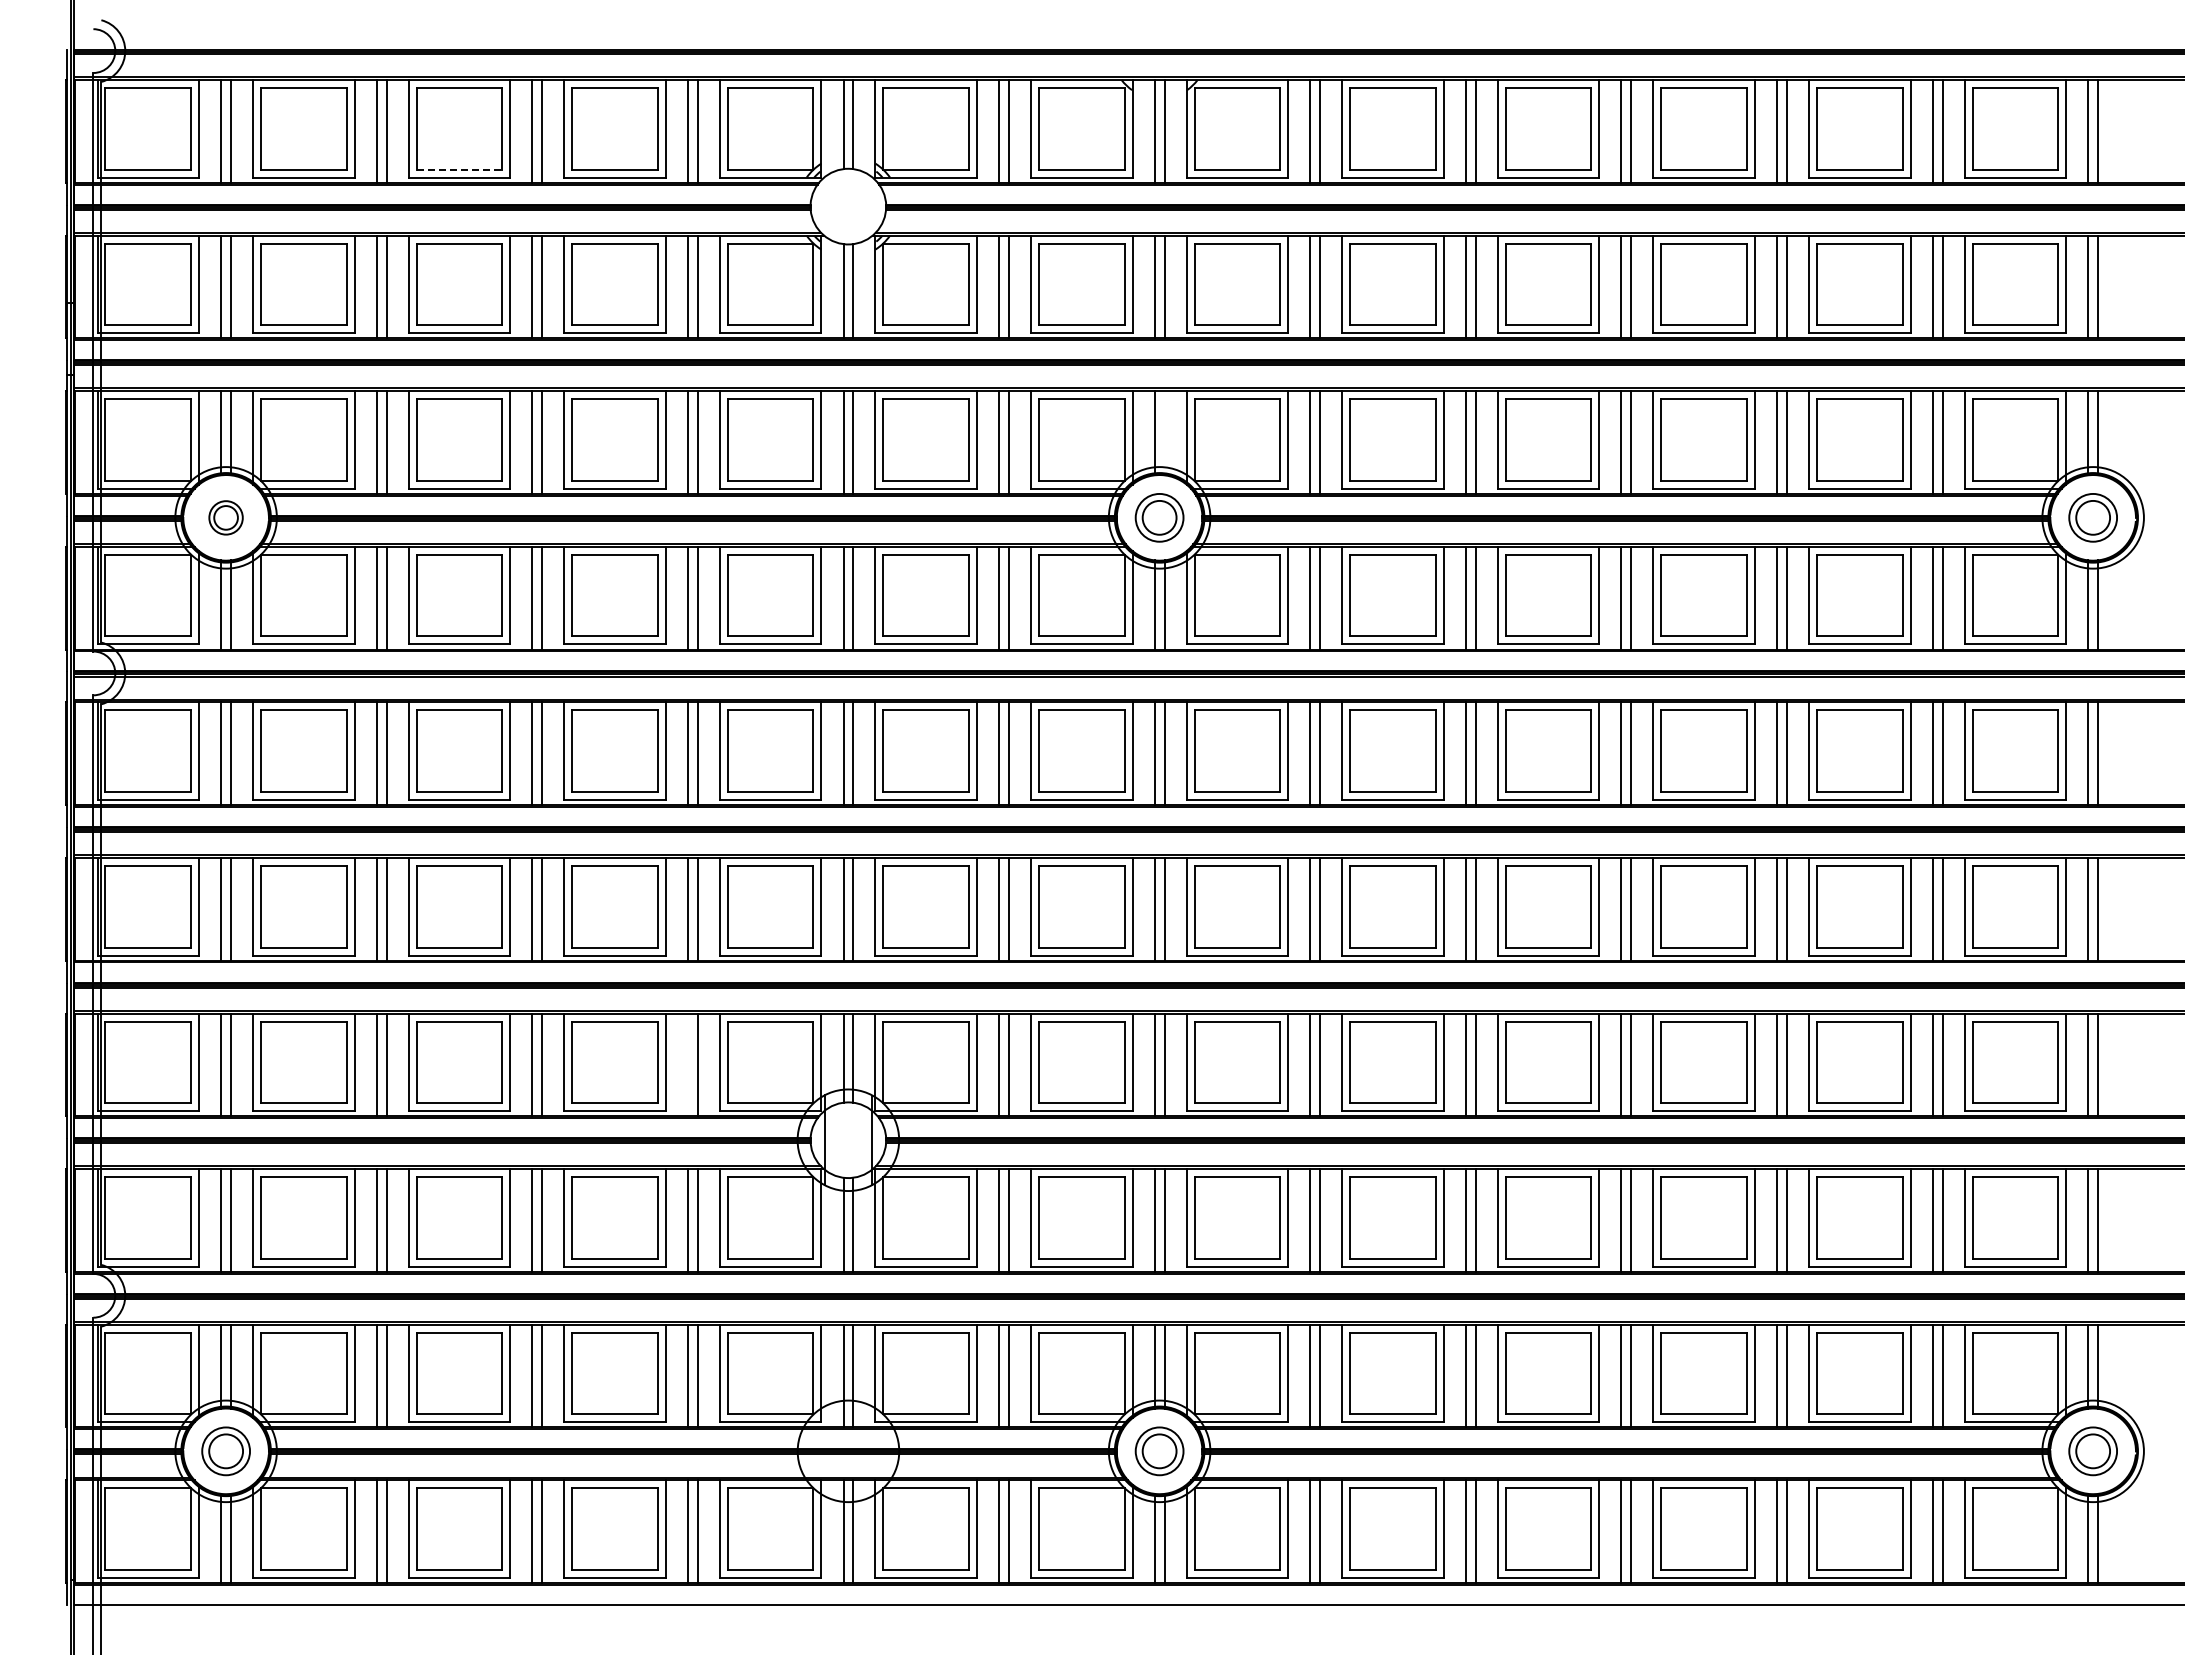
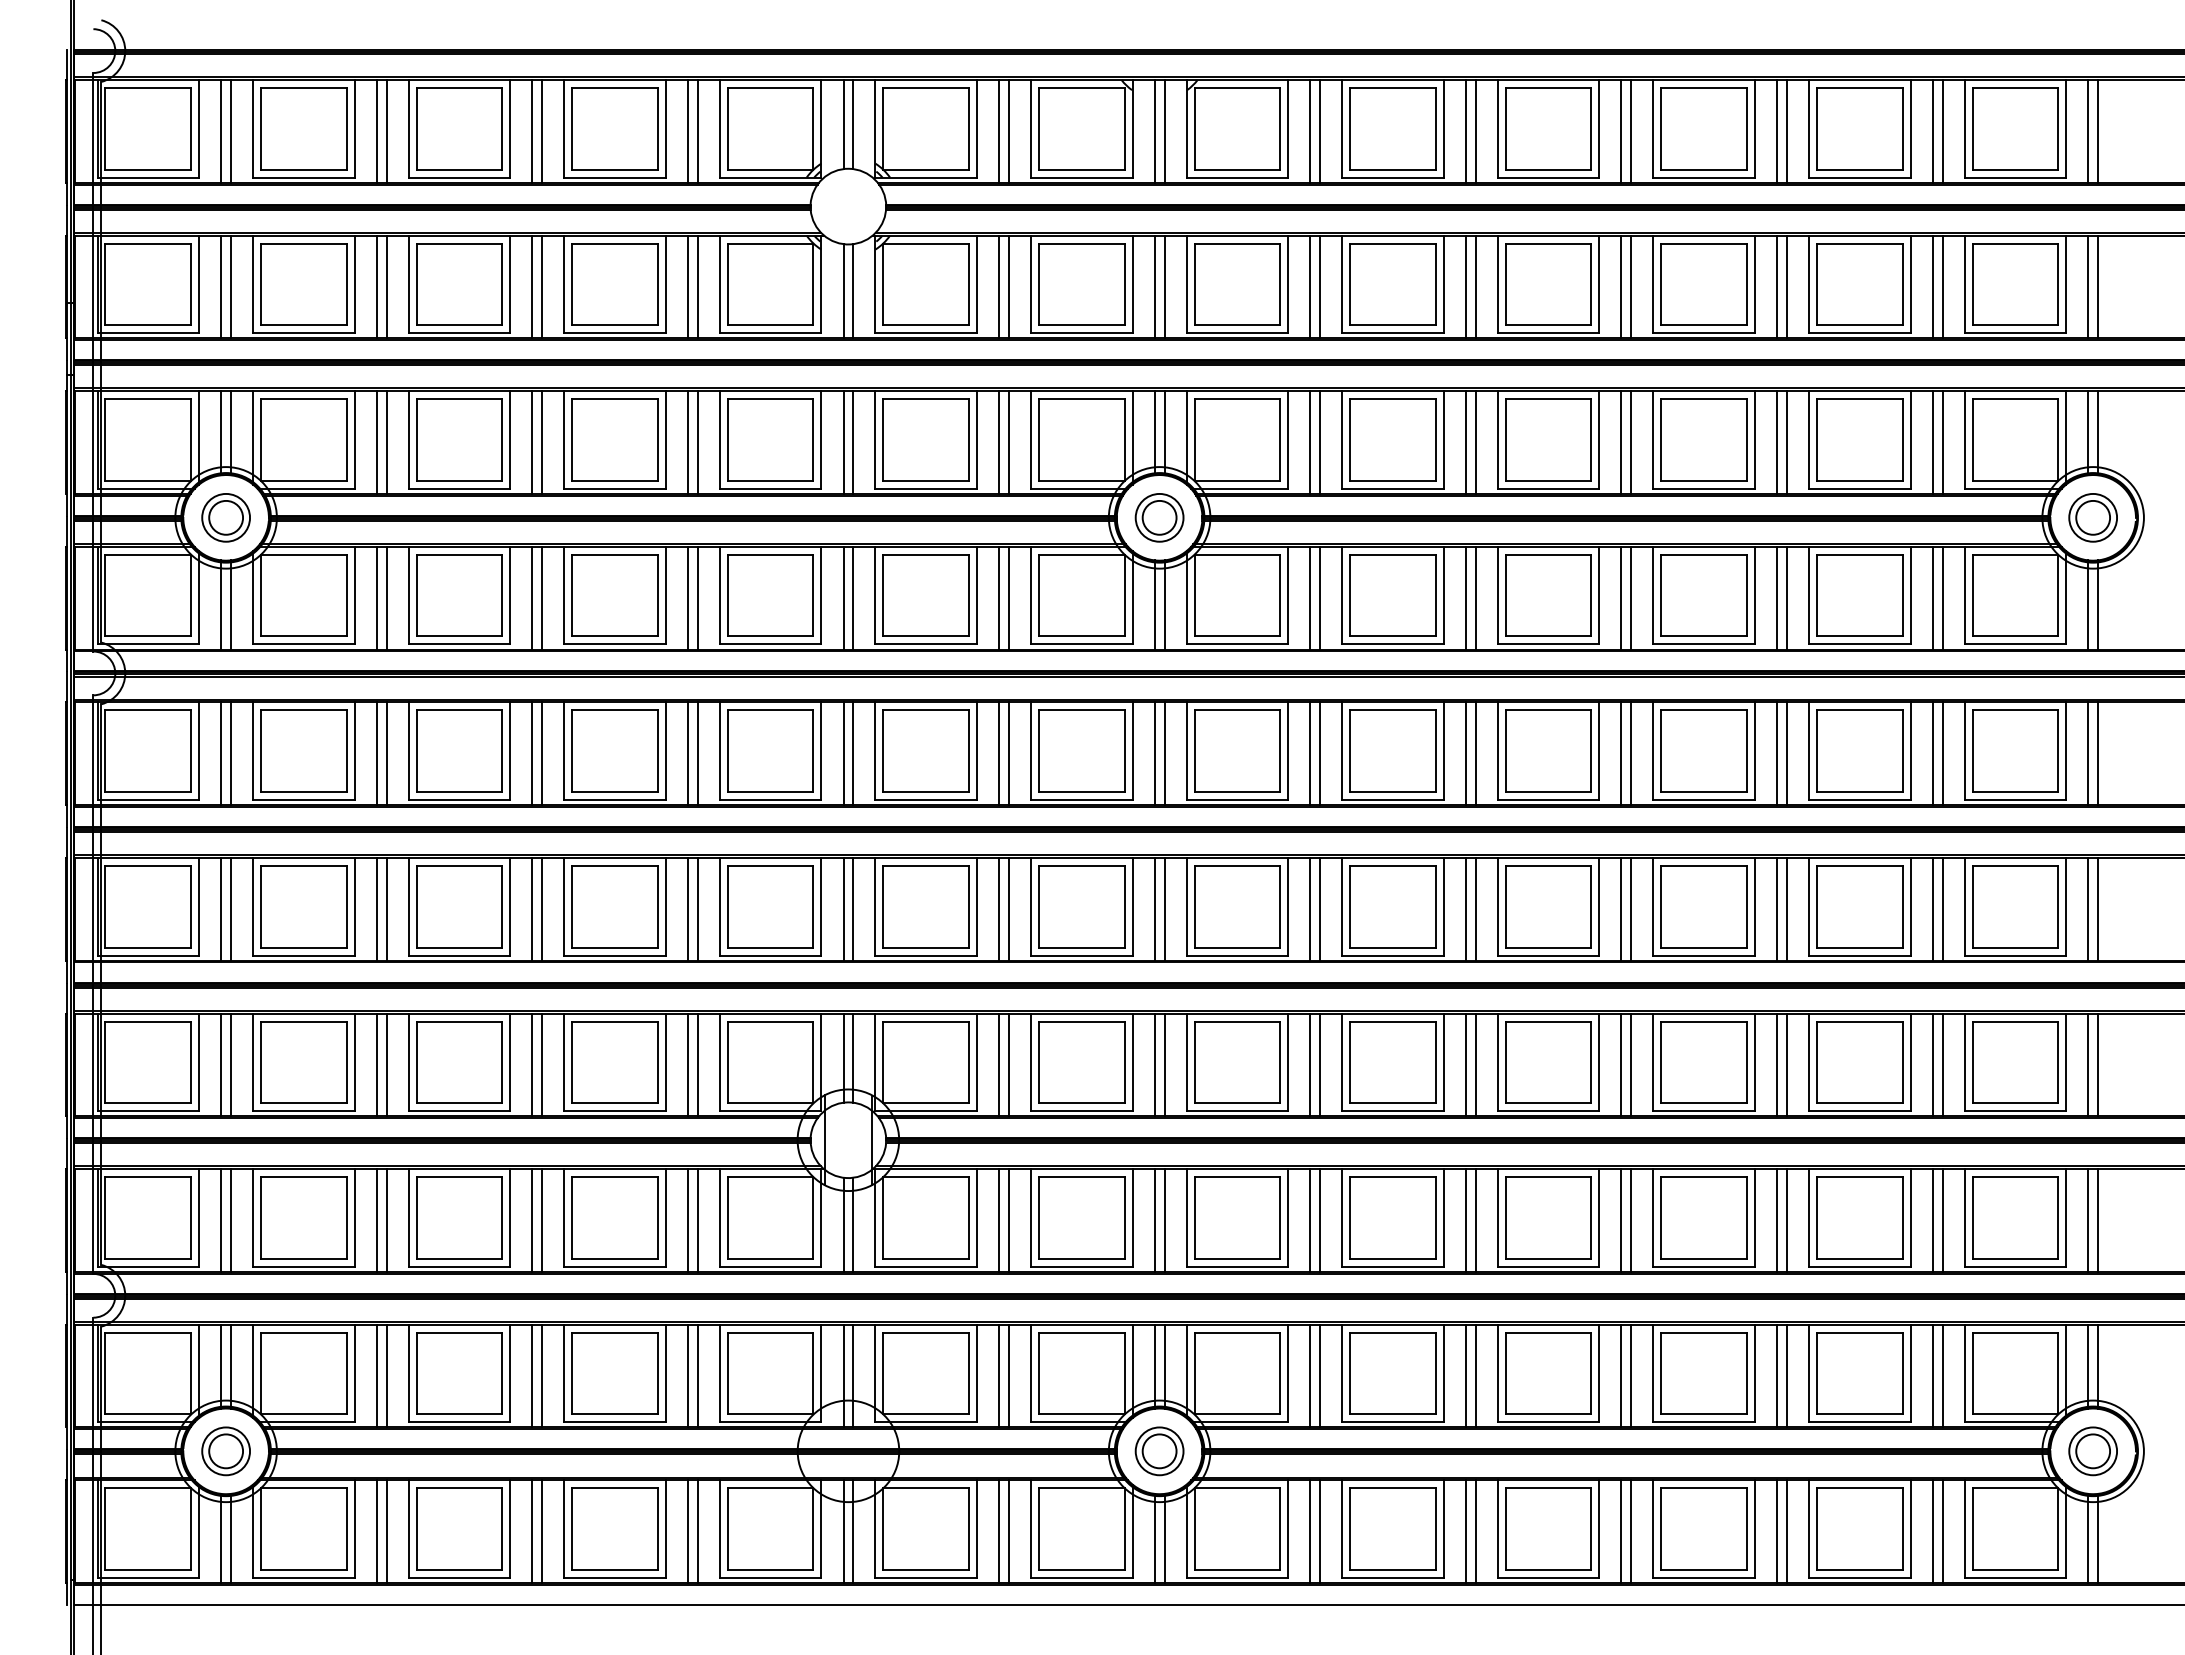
line at (459, 169): dashed -> solid
line at (1164, 433): none -> present
part at (225, 517) size: 36x36 px -> 50x50 px
line at (687, 1064): none -> present
